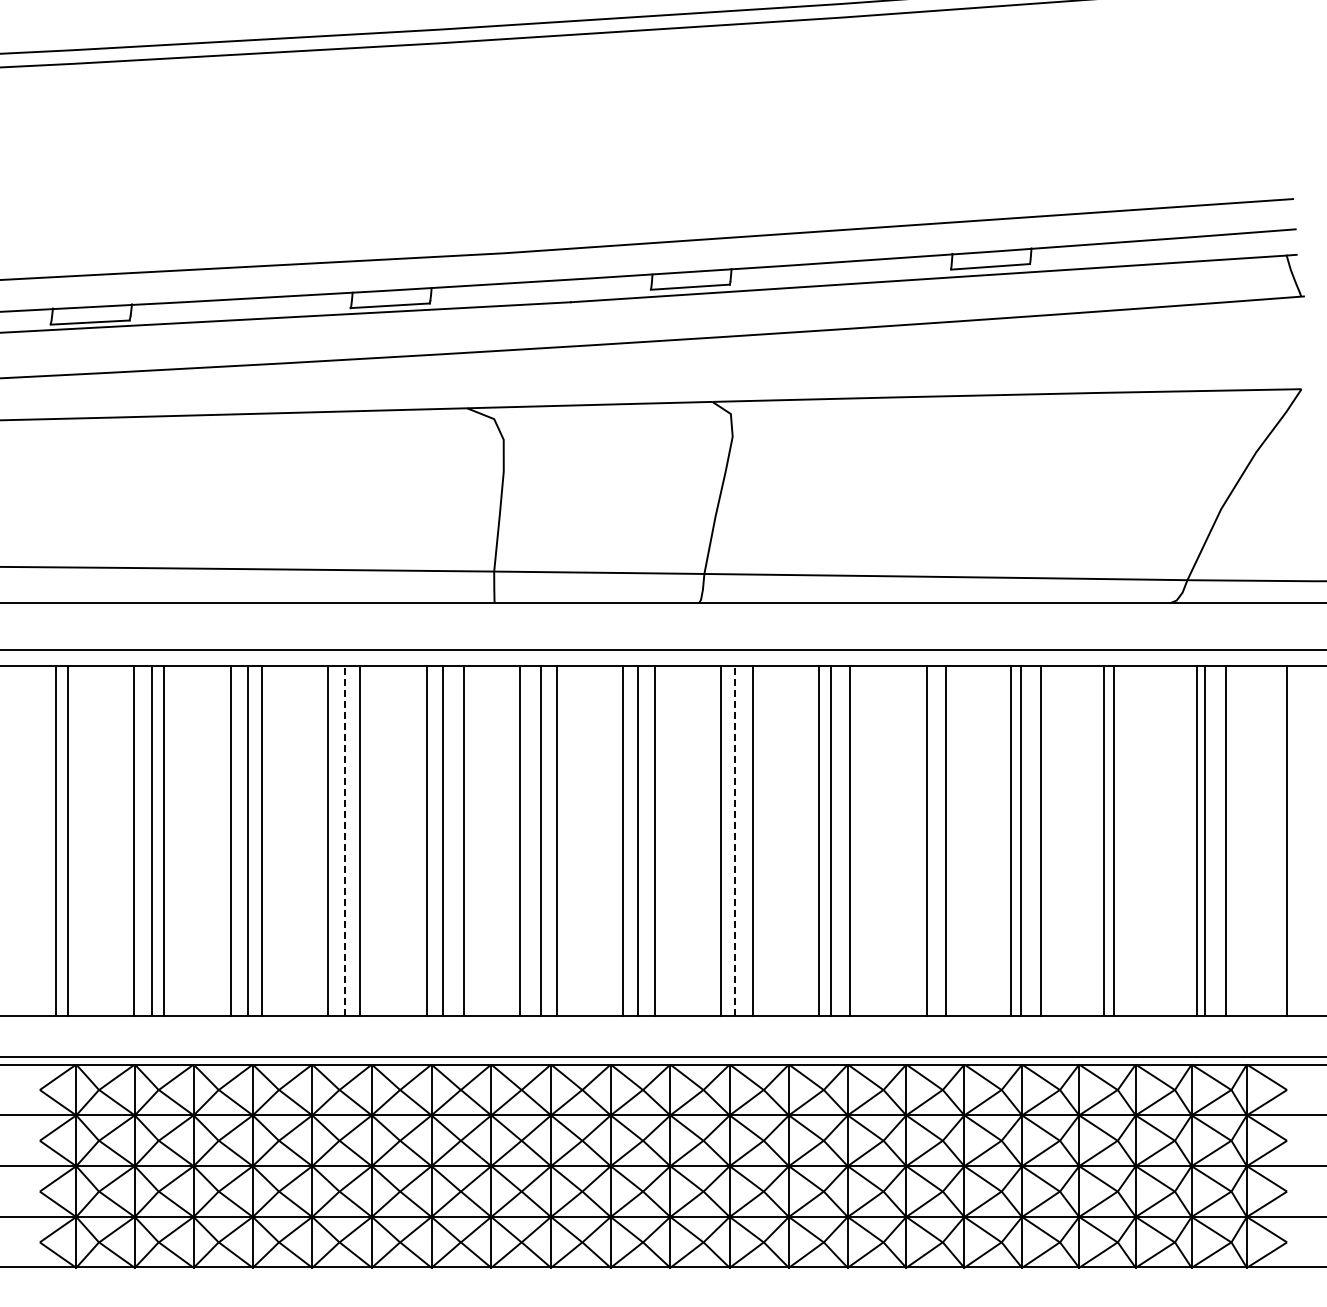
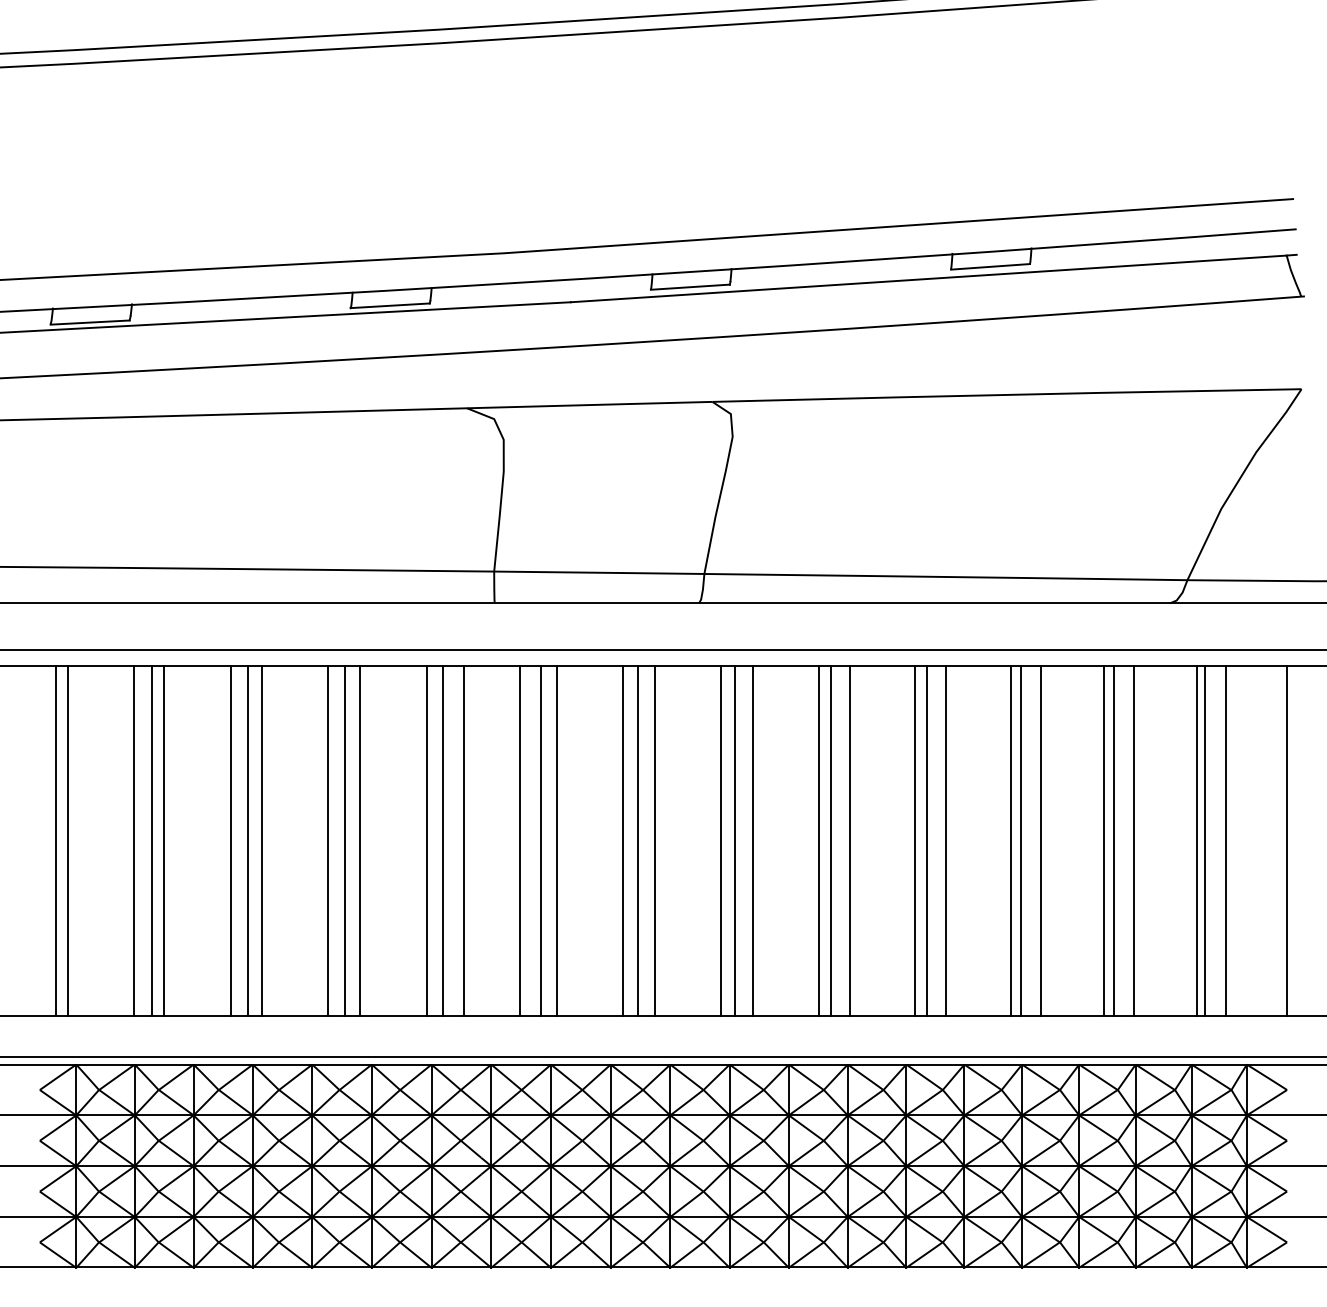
line at (345, 840): dashed -> solid
line at (735, 840): dashed -> solid
line at (915, 840): none -> present
line at (1134, 840): none -> present
